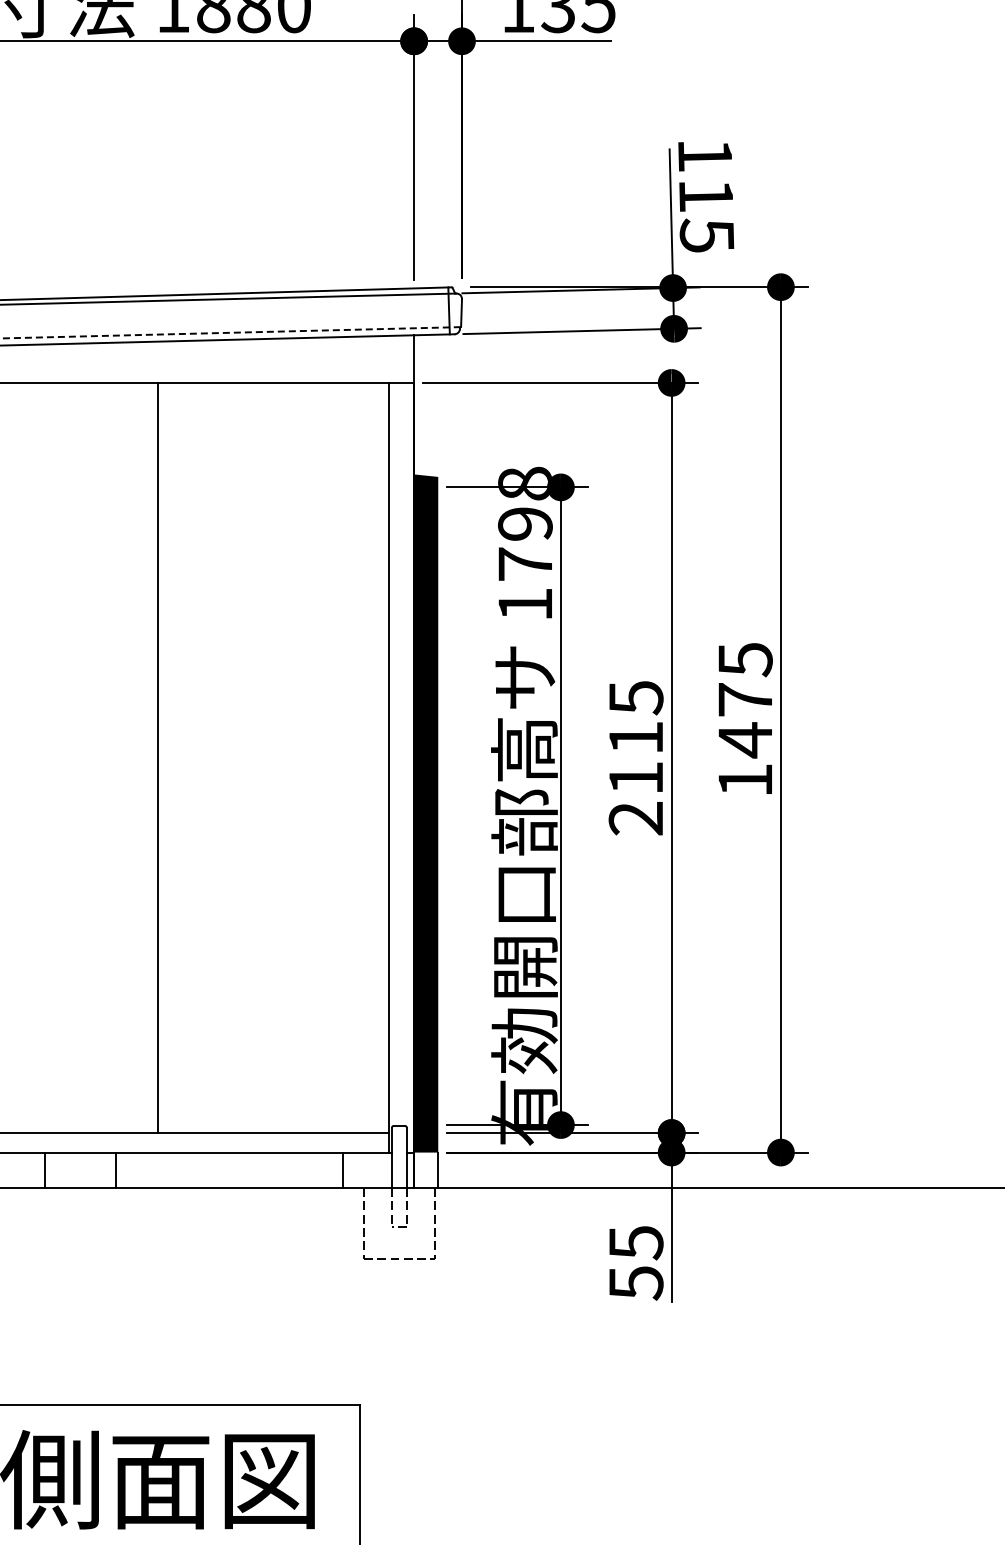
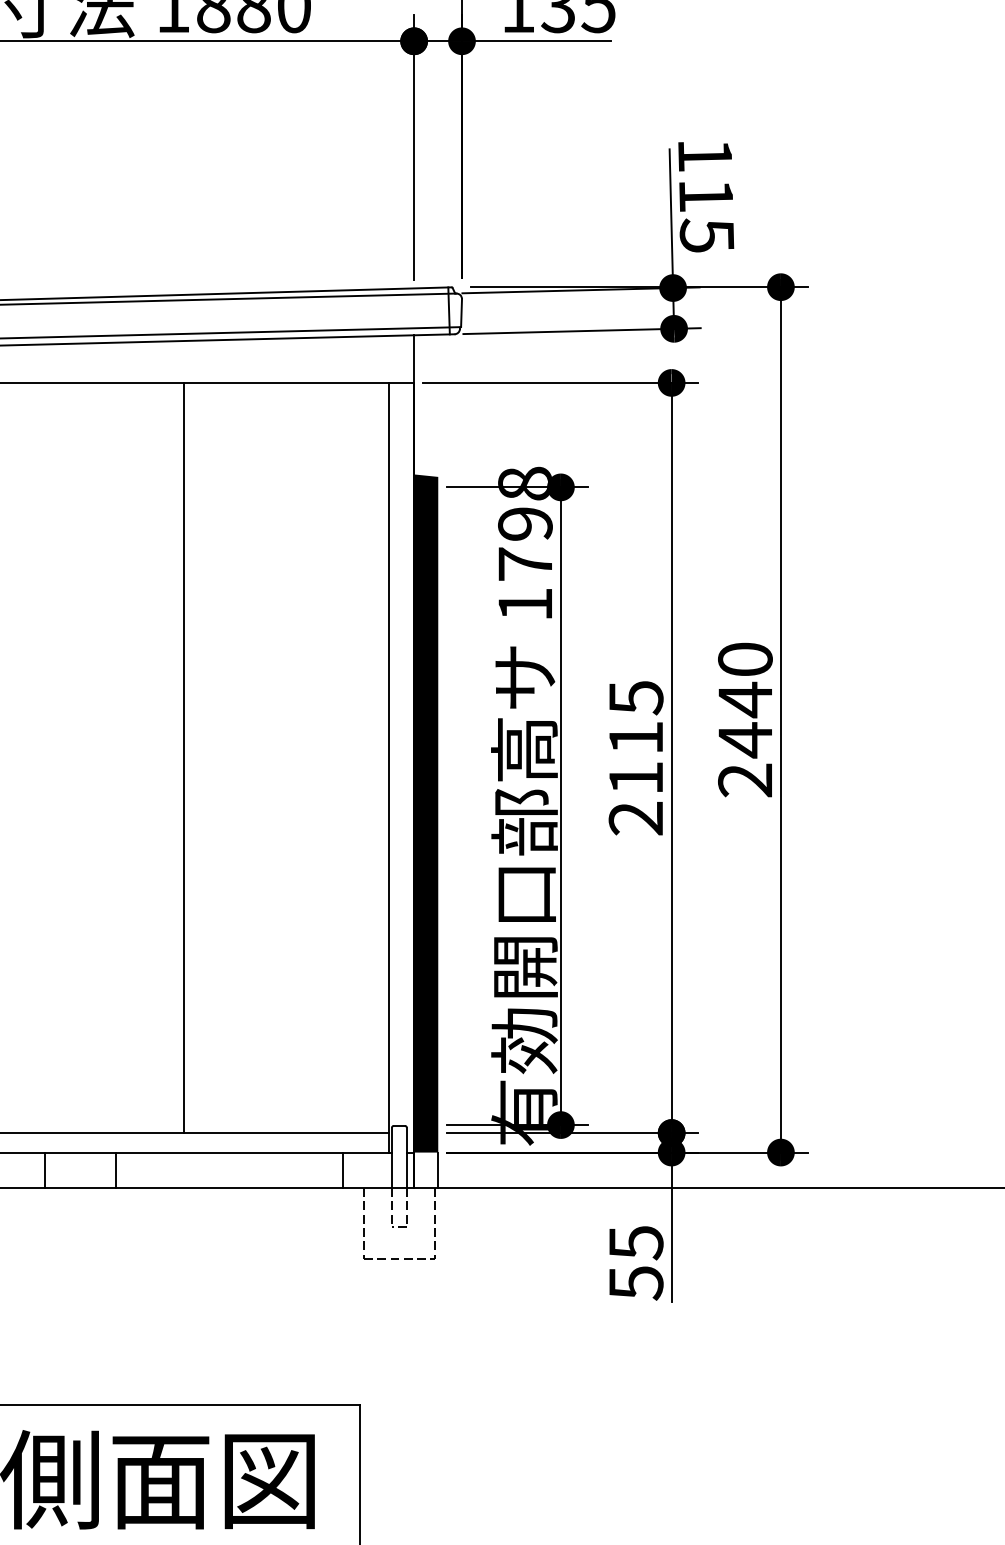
line at (230, 332): dashed -> solid
text at (745, 719): 1475 -> 2440
line at (157, 757) position: (157, 757) -> (183, 757)
